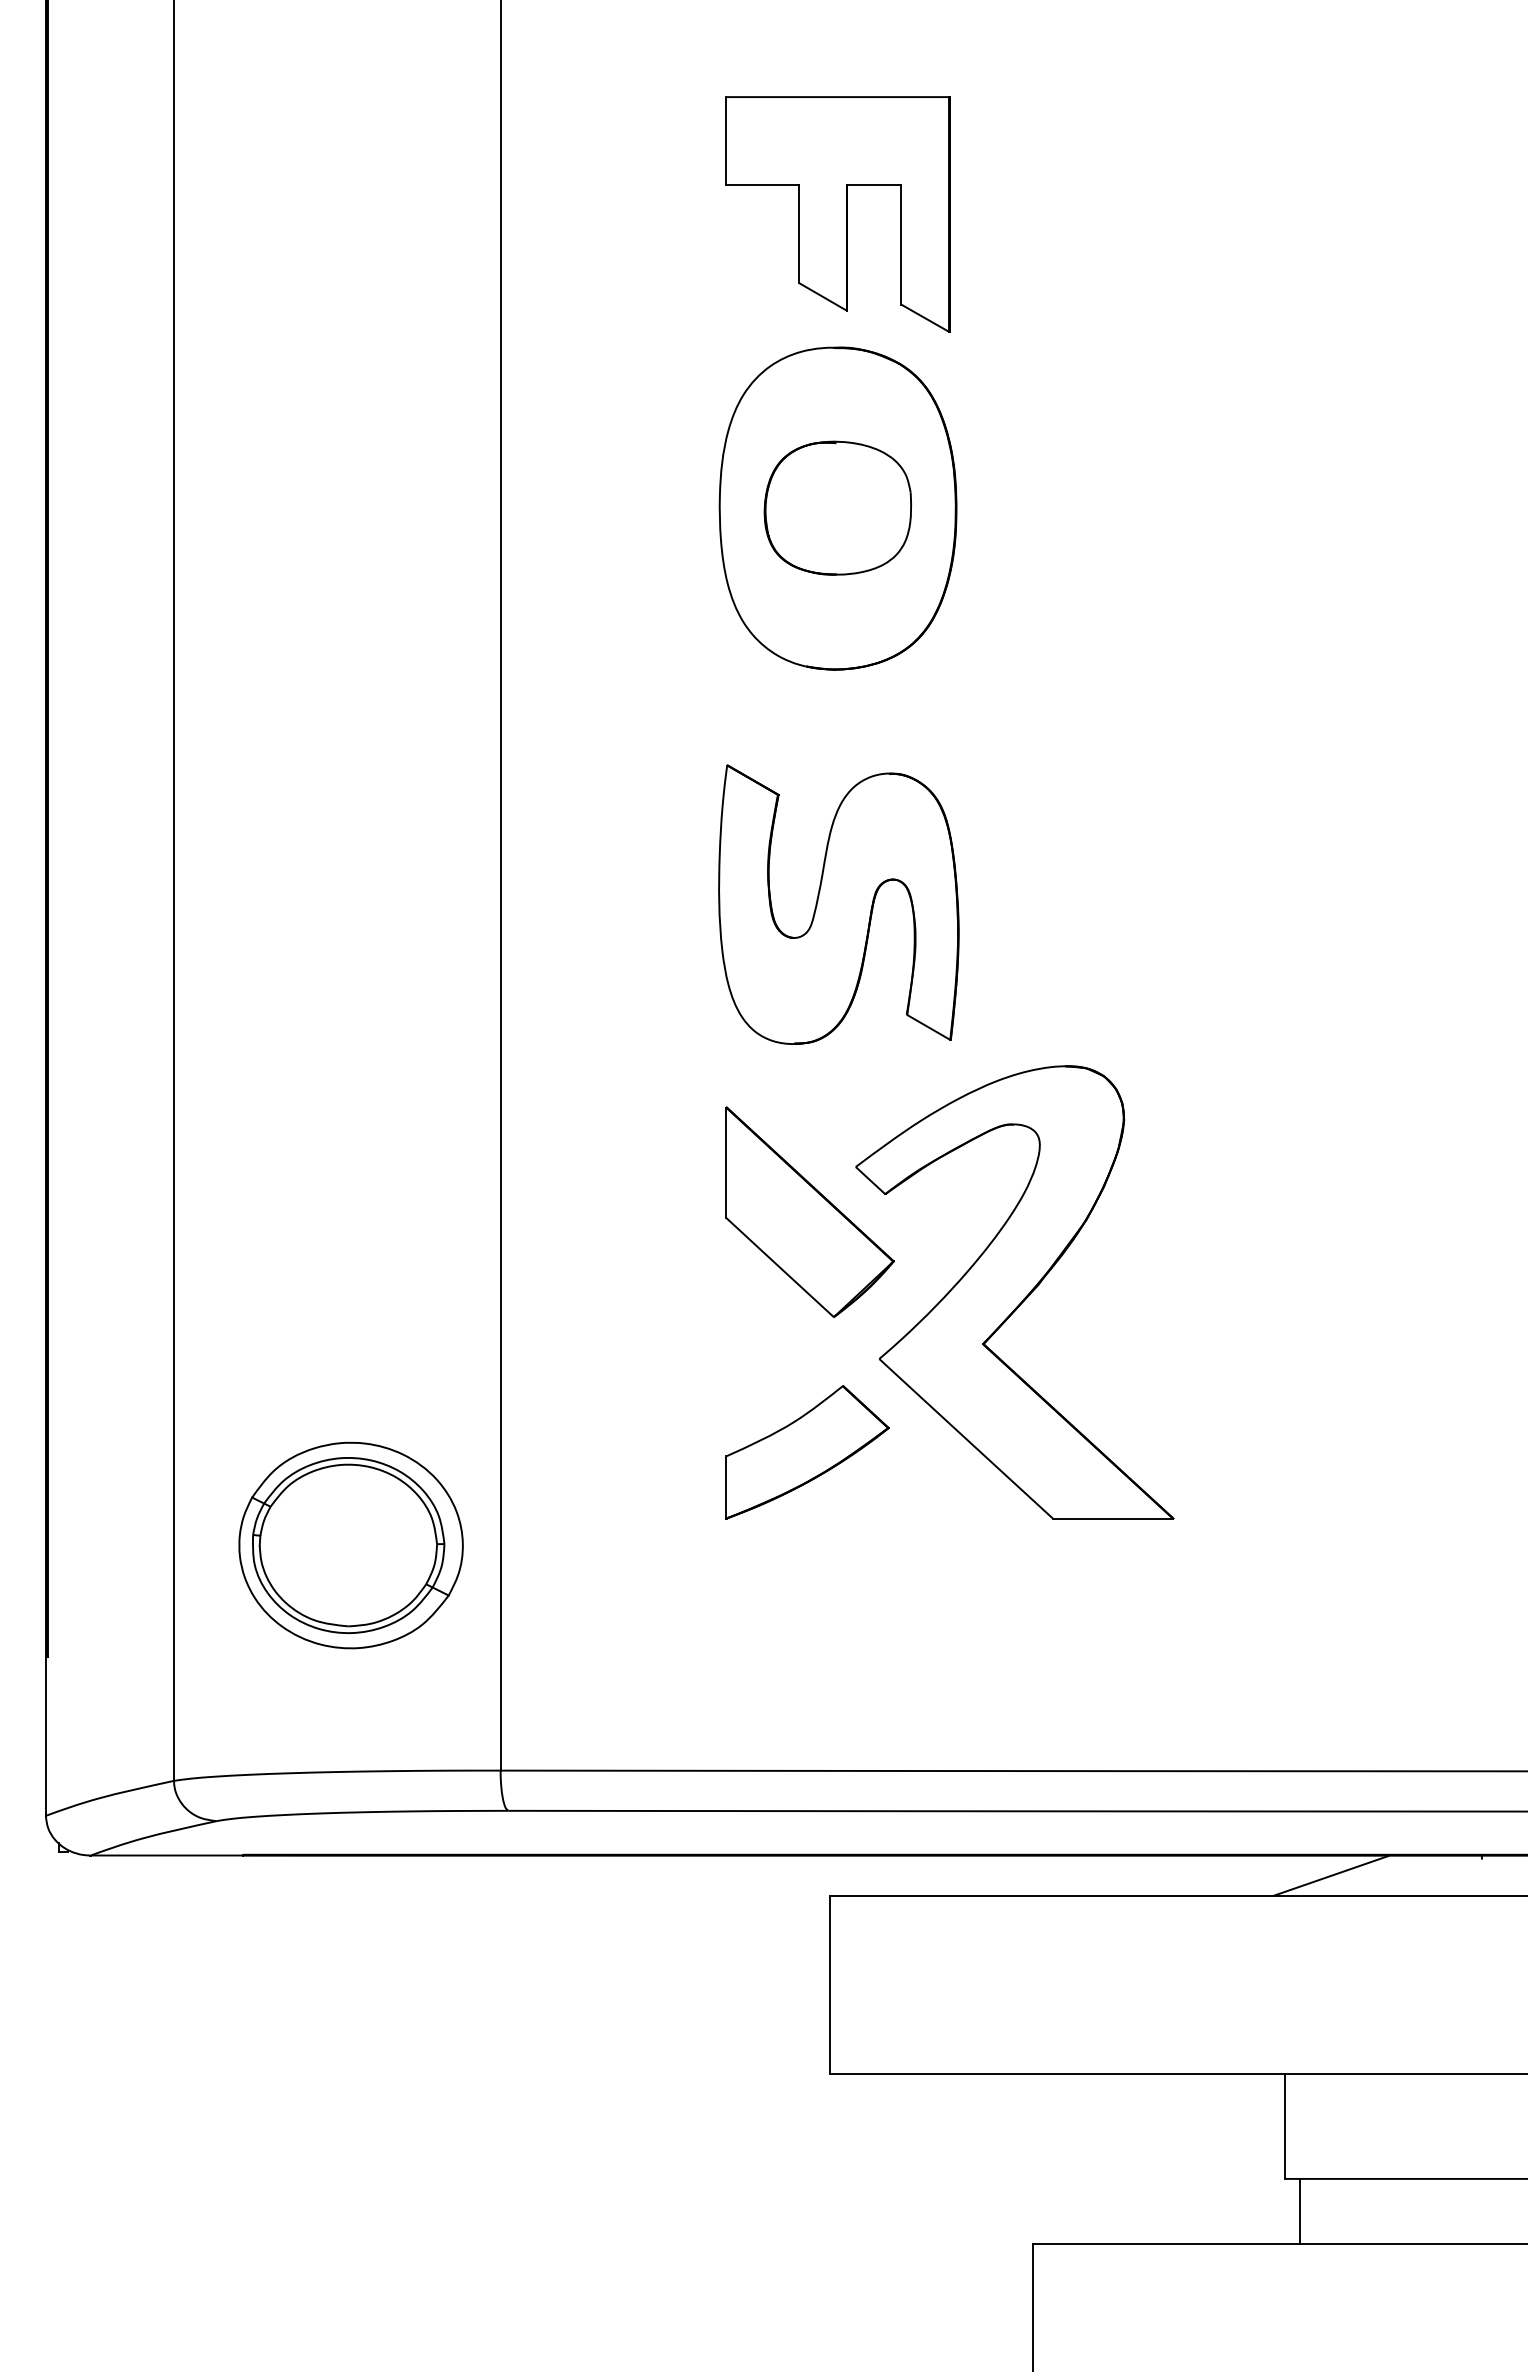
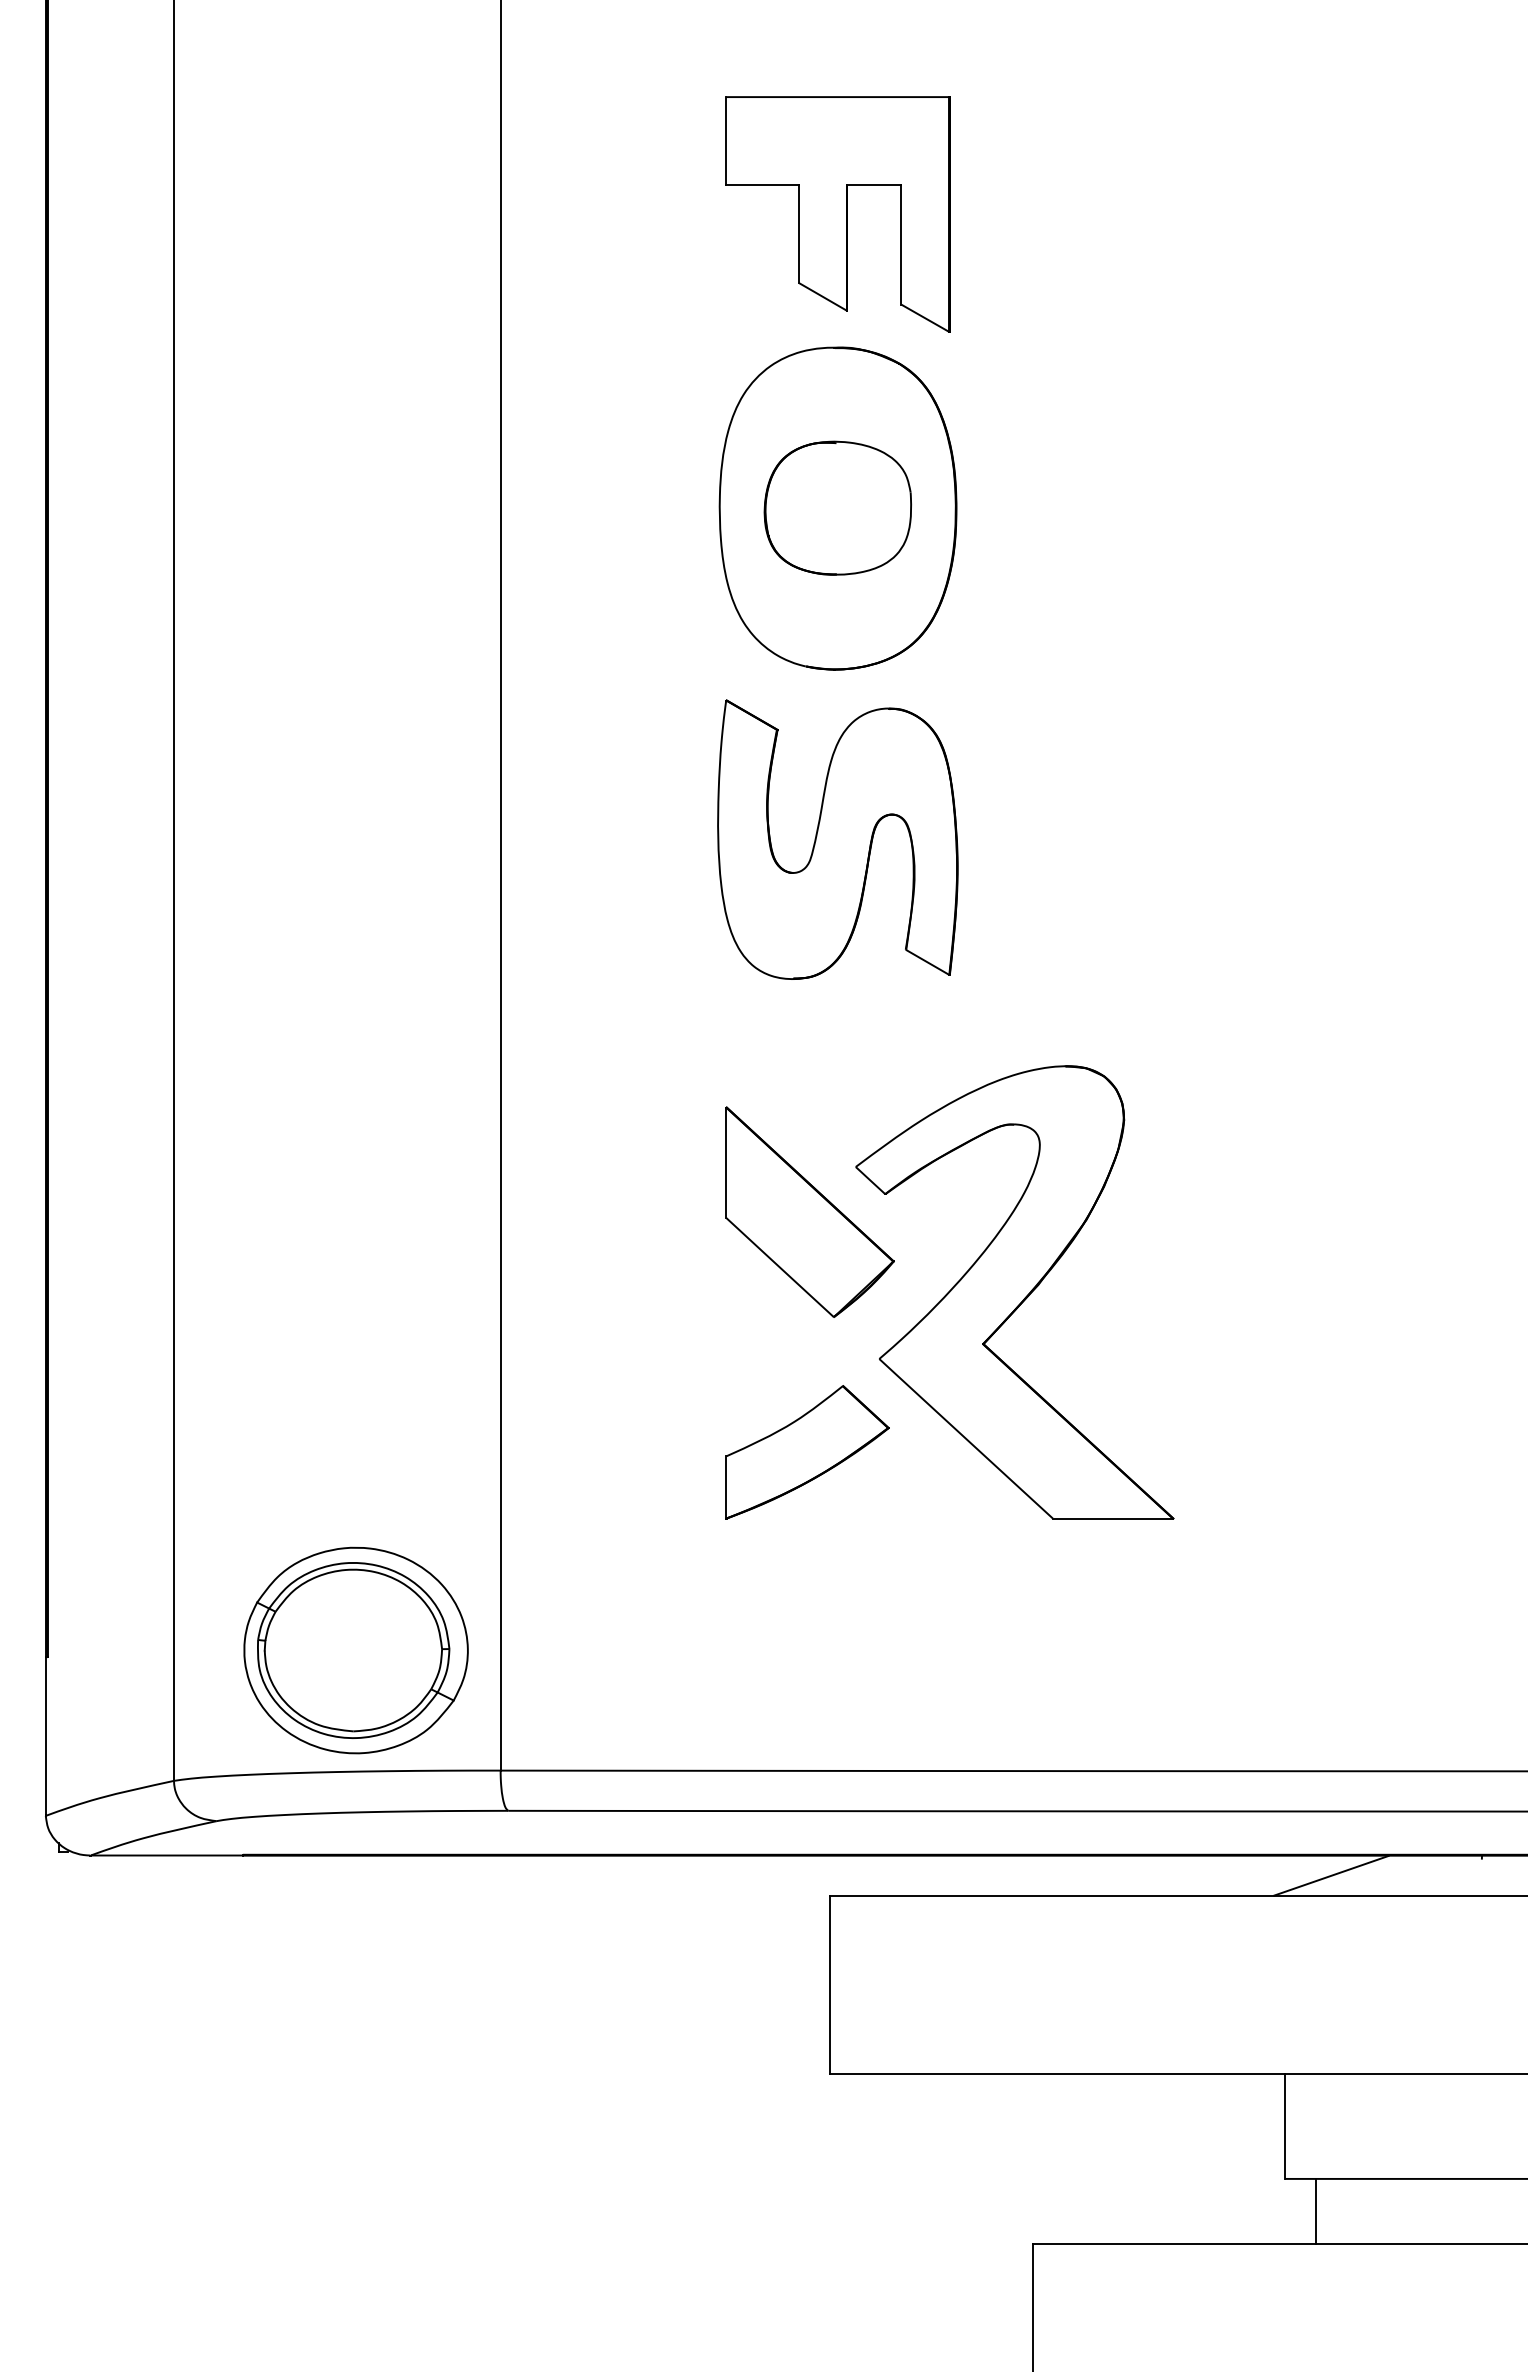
part at (838, 904) position: (838, 904) -> (837, 839)
part at (350, 1545) position: (350, 1545) -> (355, 1650)
line at (1300, 2210) position: (1300, 2210) -> (1316, 2210)
